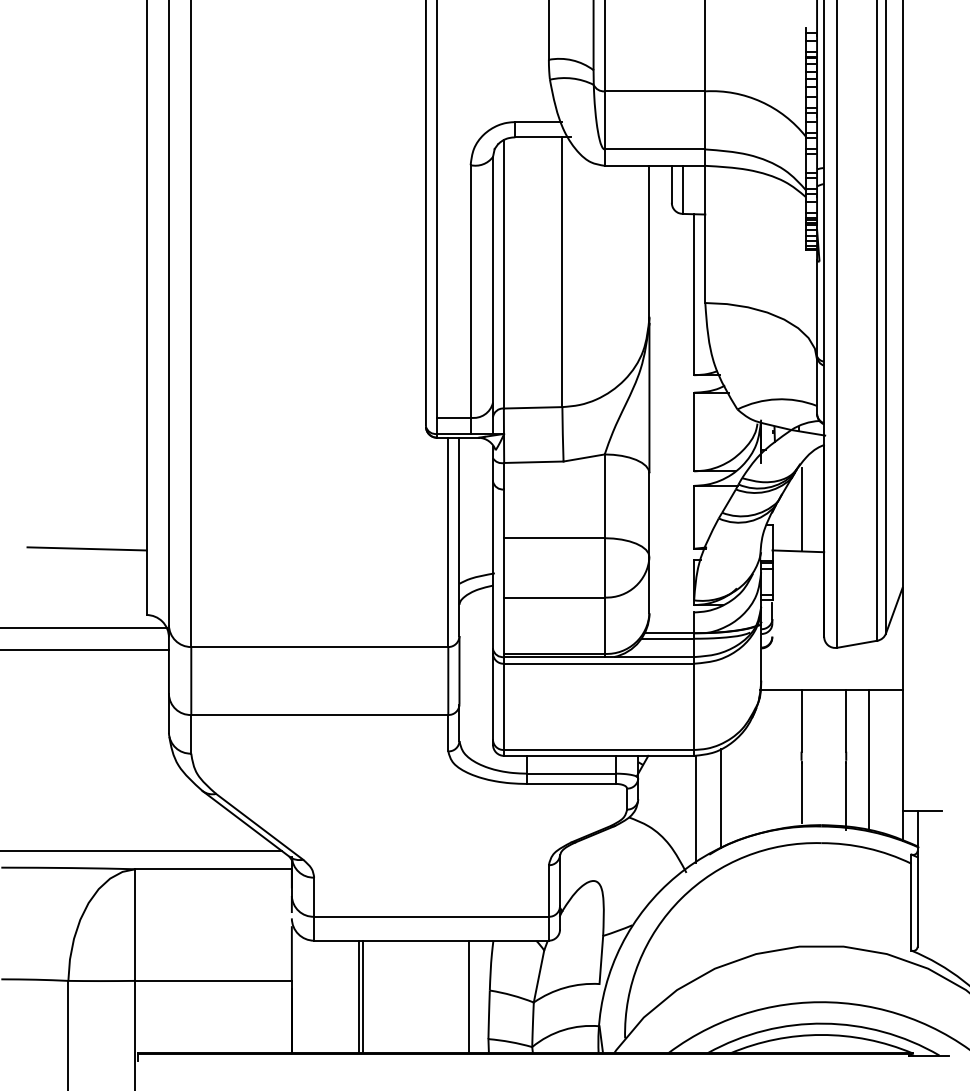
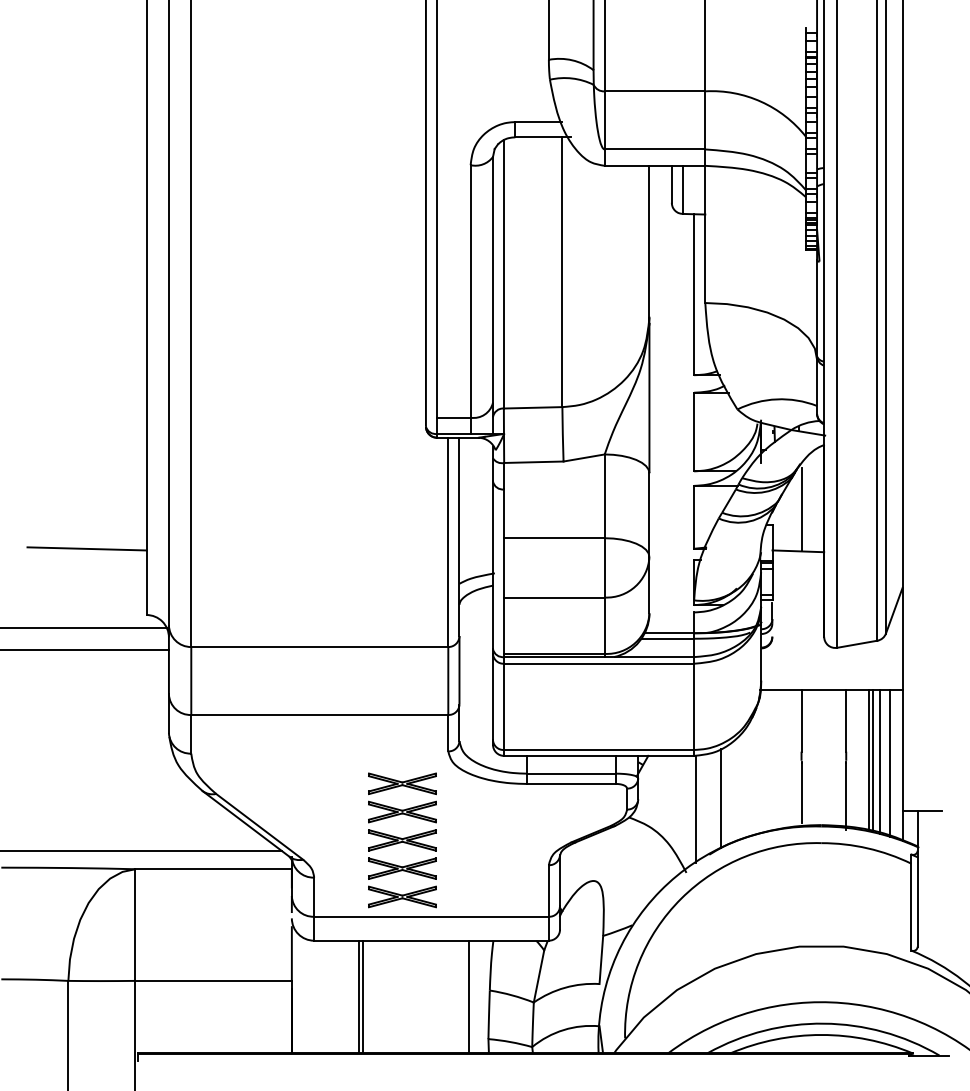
line at (873, 760): none -> present
line at (880, 761): none -> present
line at (890, 762): none -> present
part at (402, 840): none -> present
